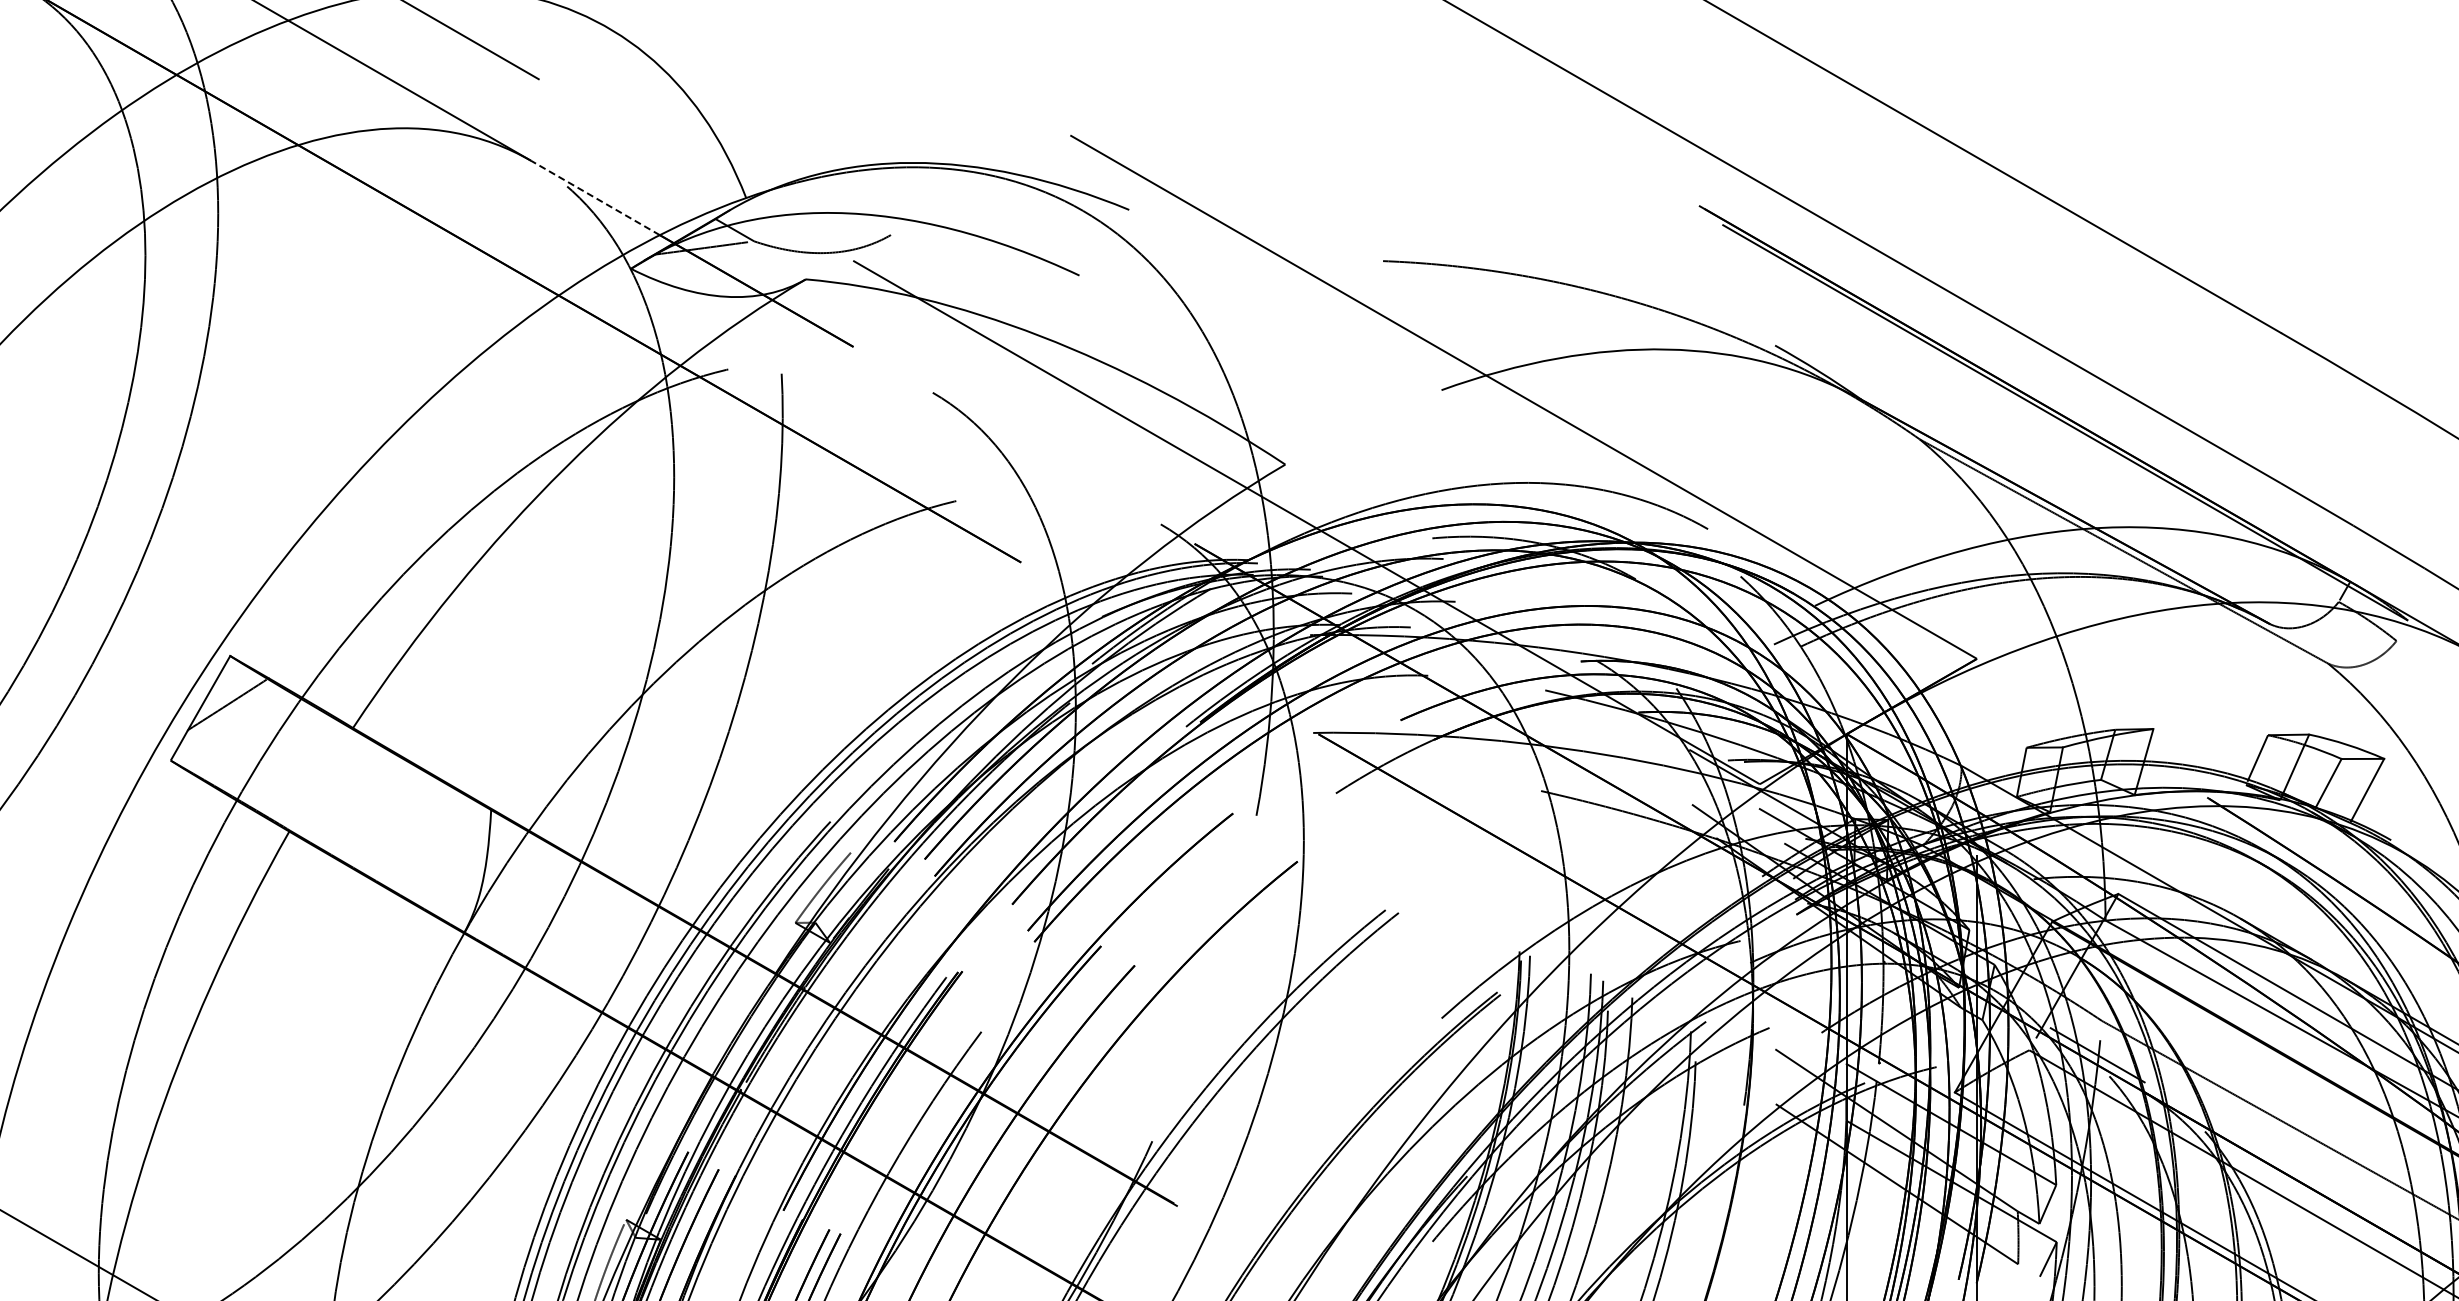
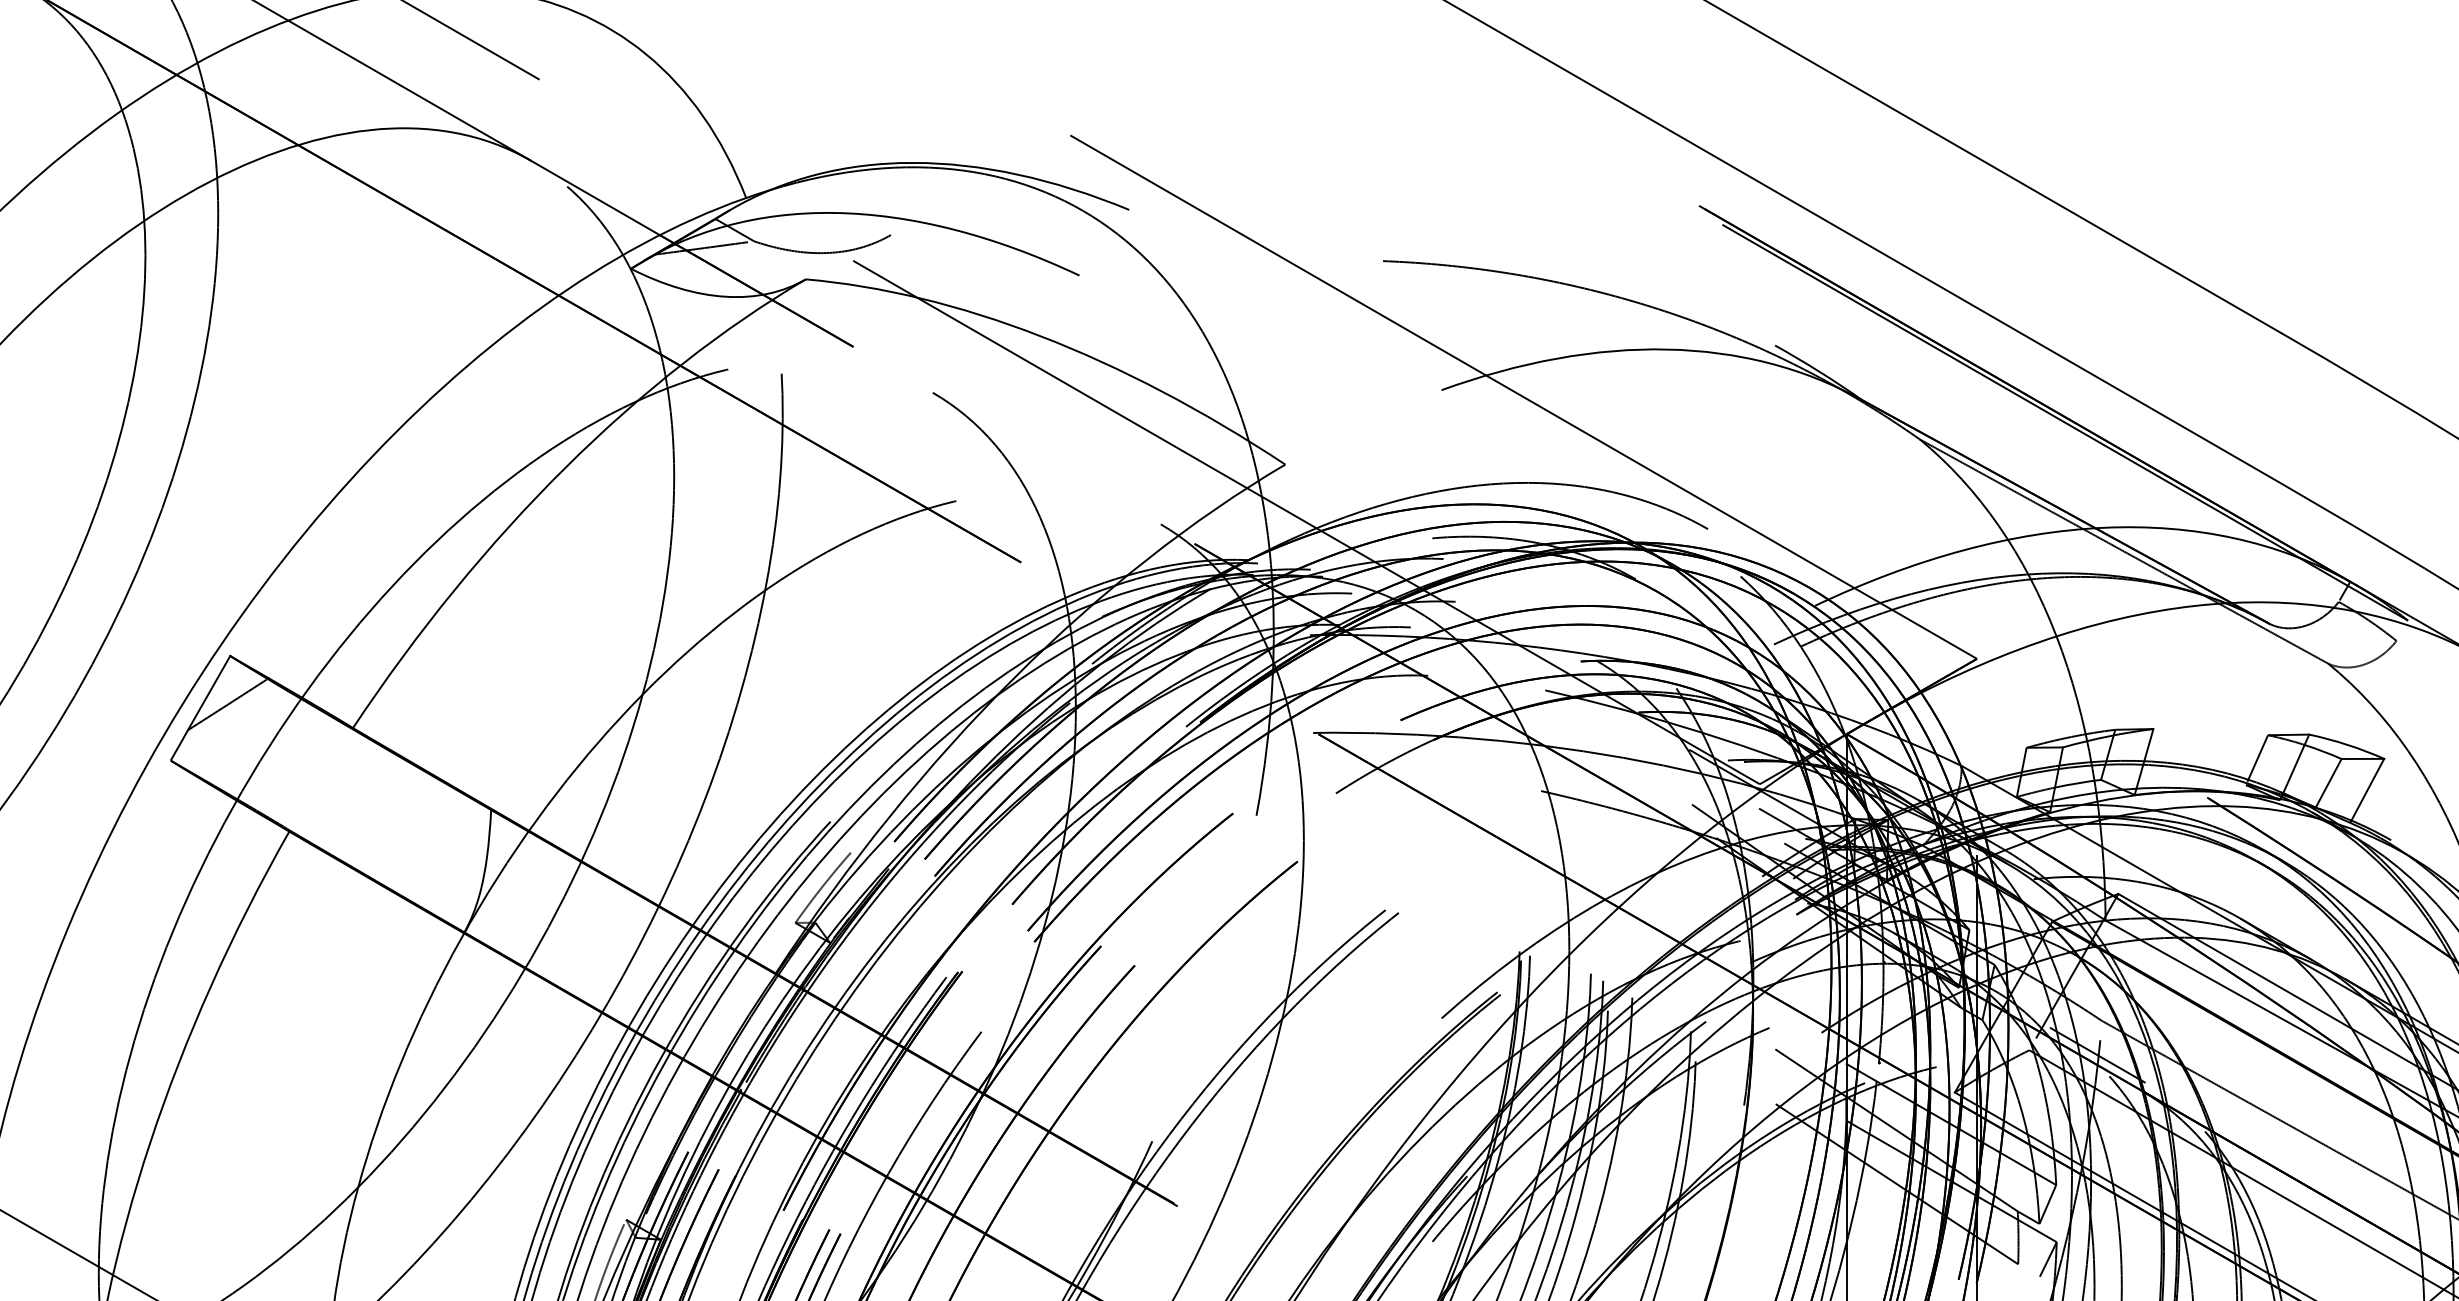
line at (595, 197): dashed -> solid
